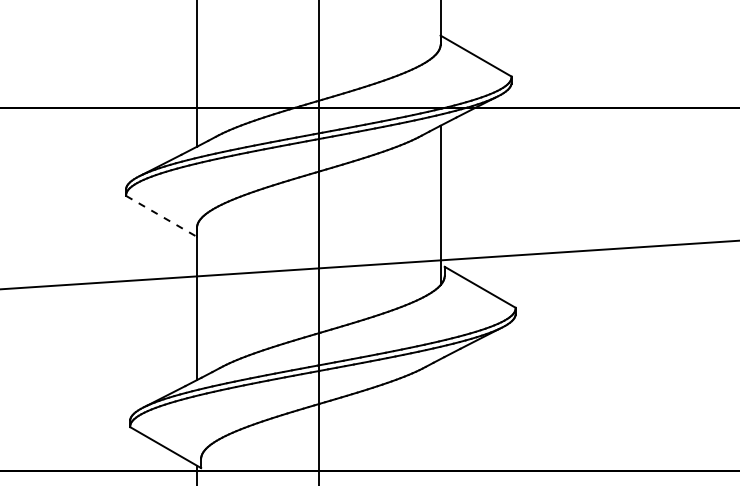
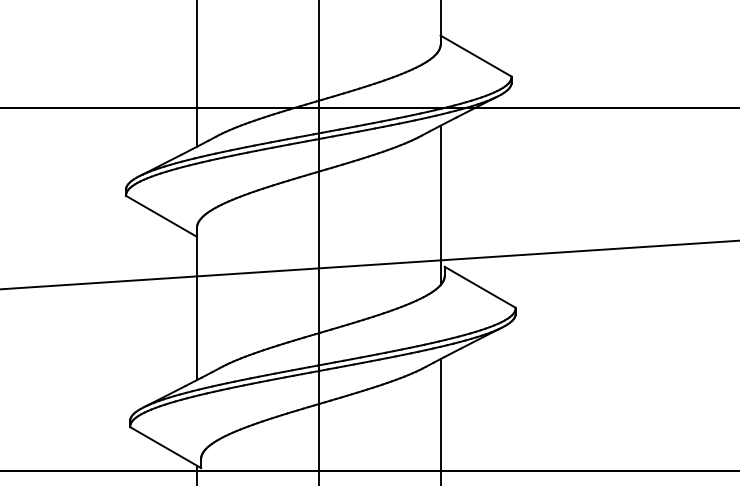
line at (161, 216): dashed -> solid
line at (440, 420): none -> present
